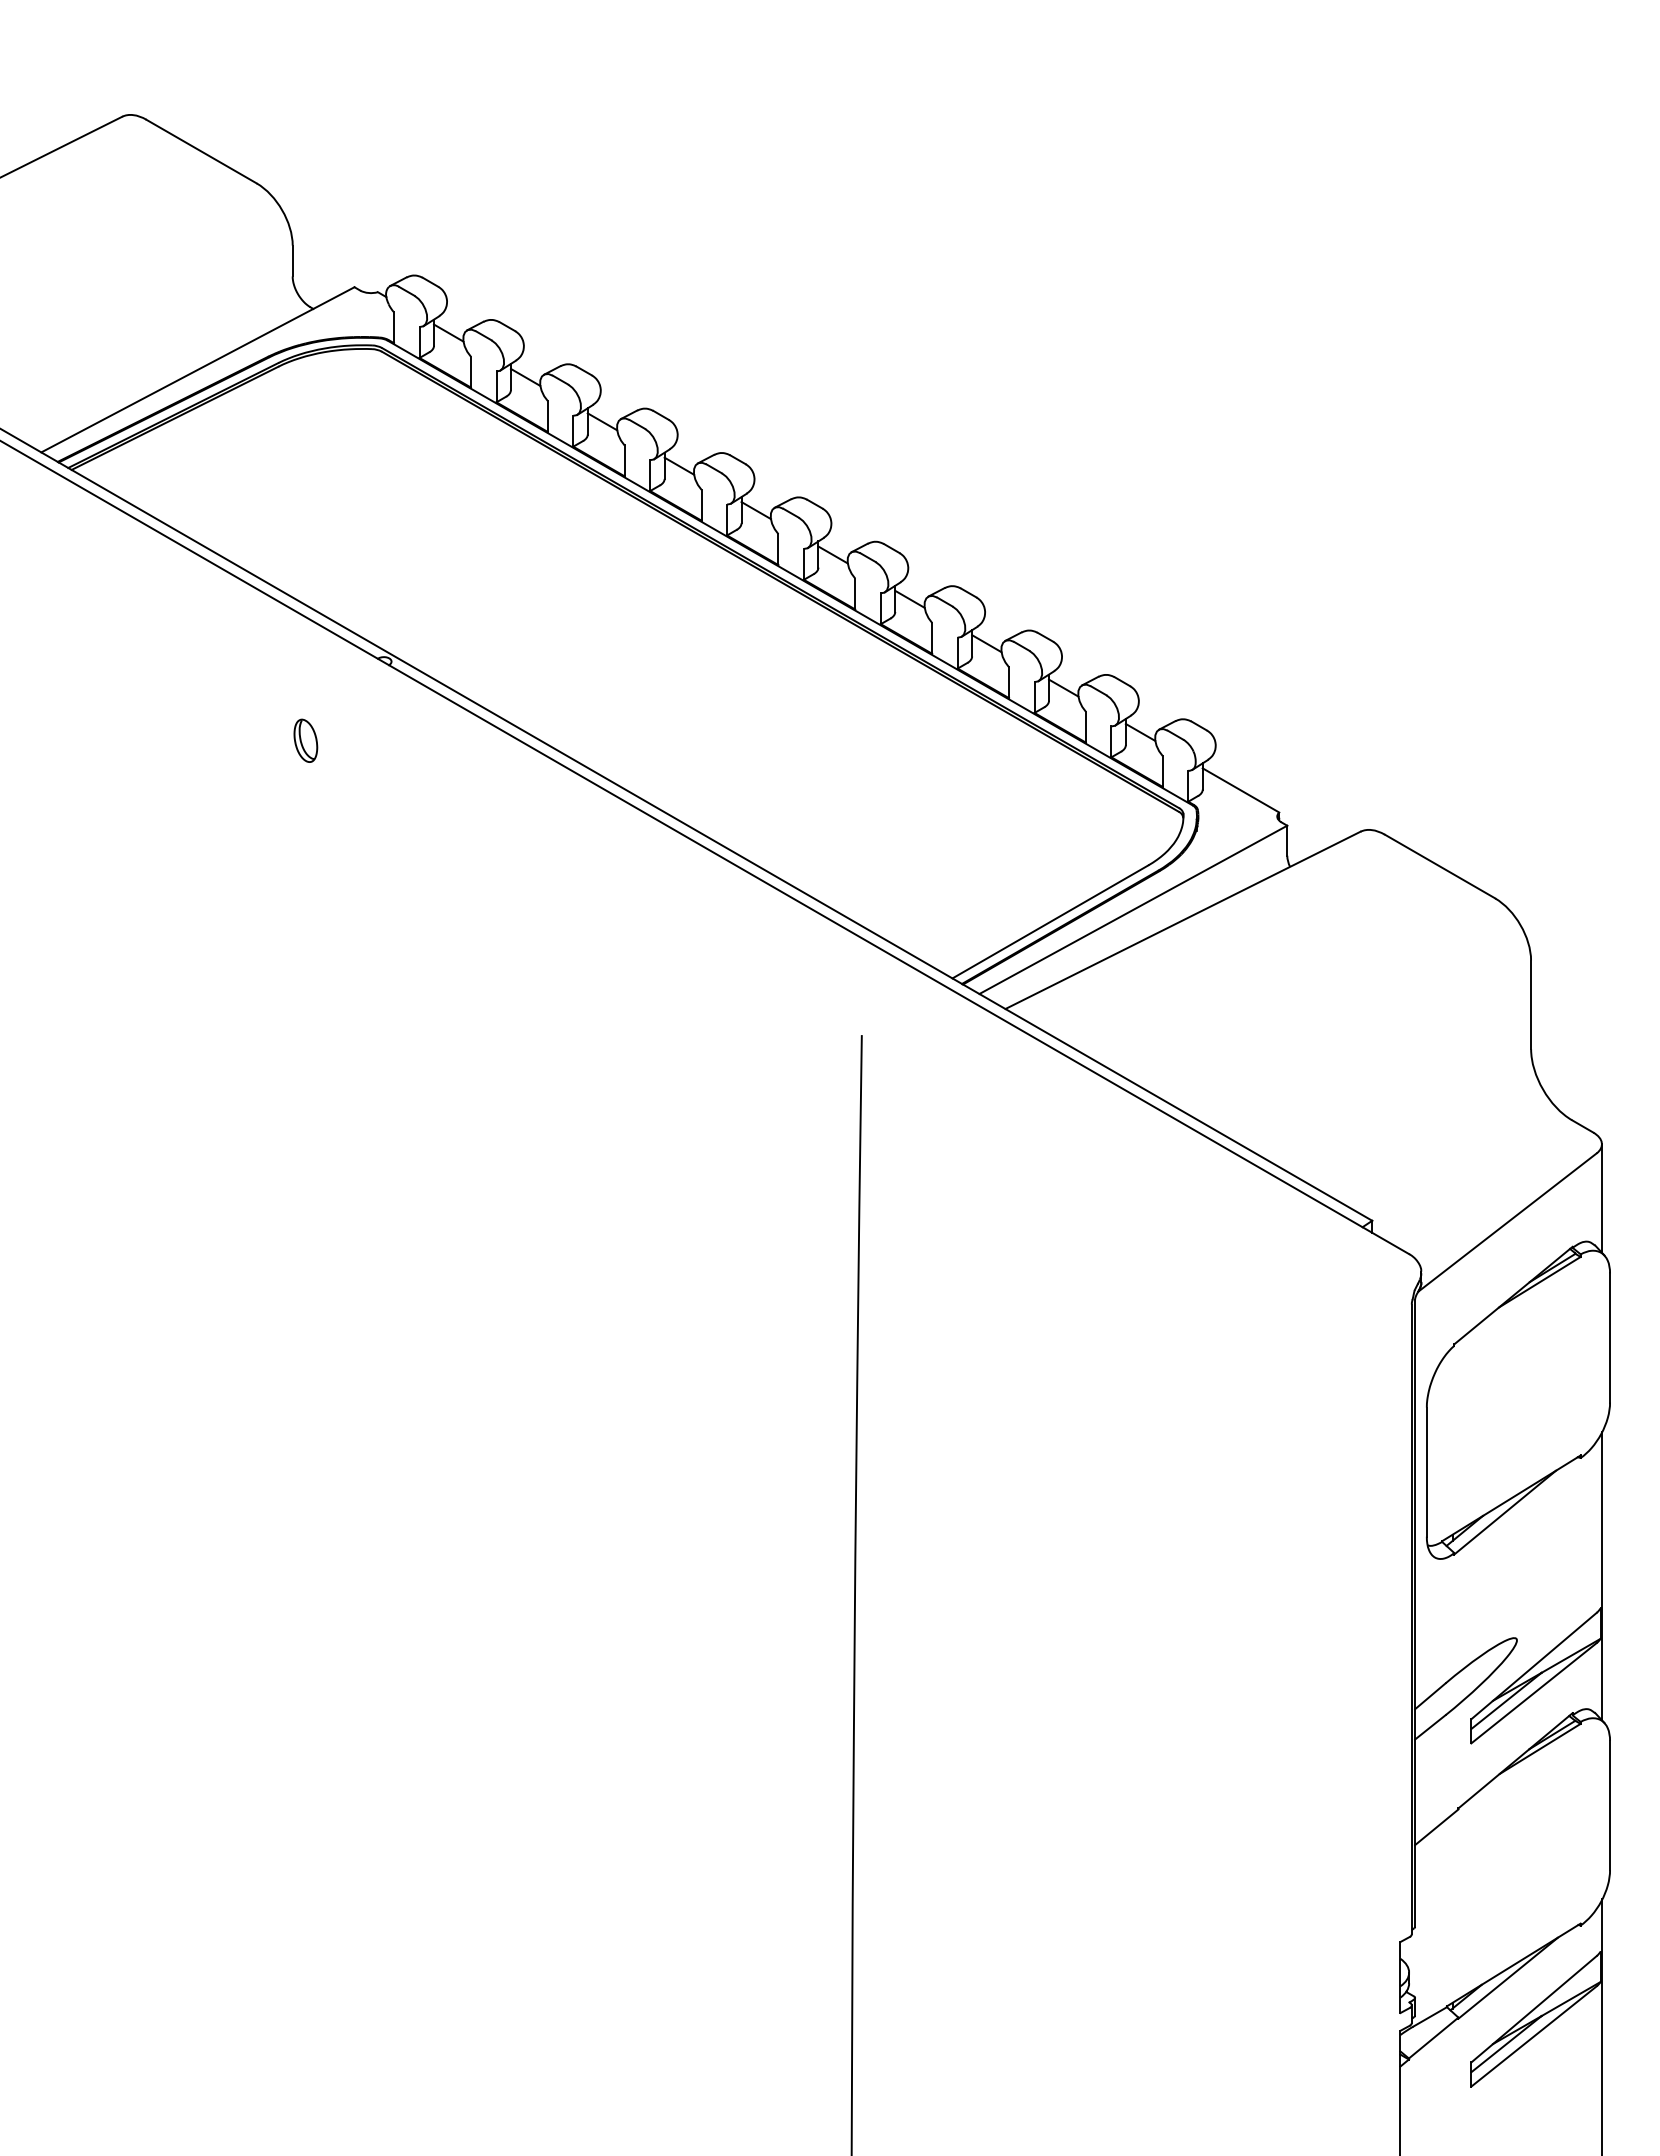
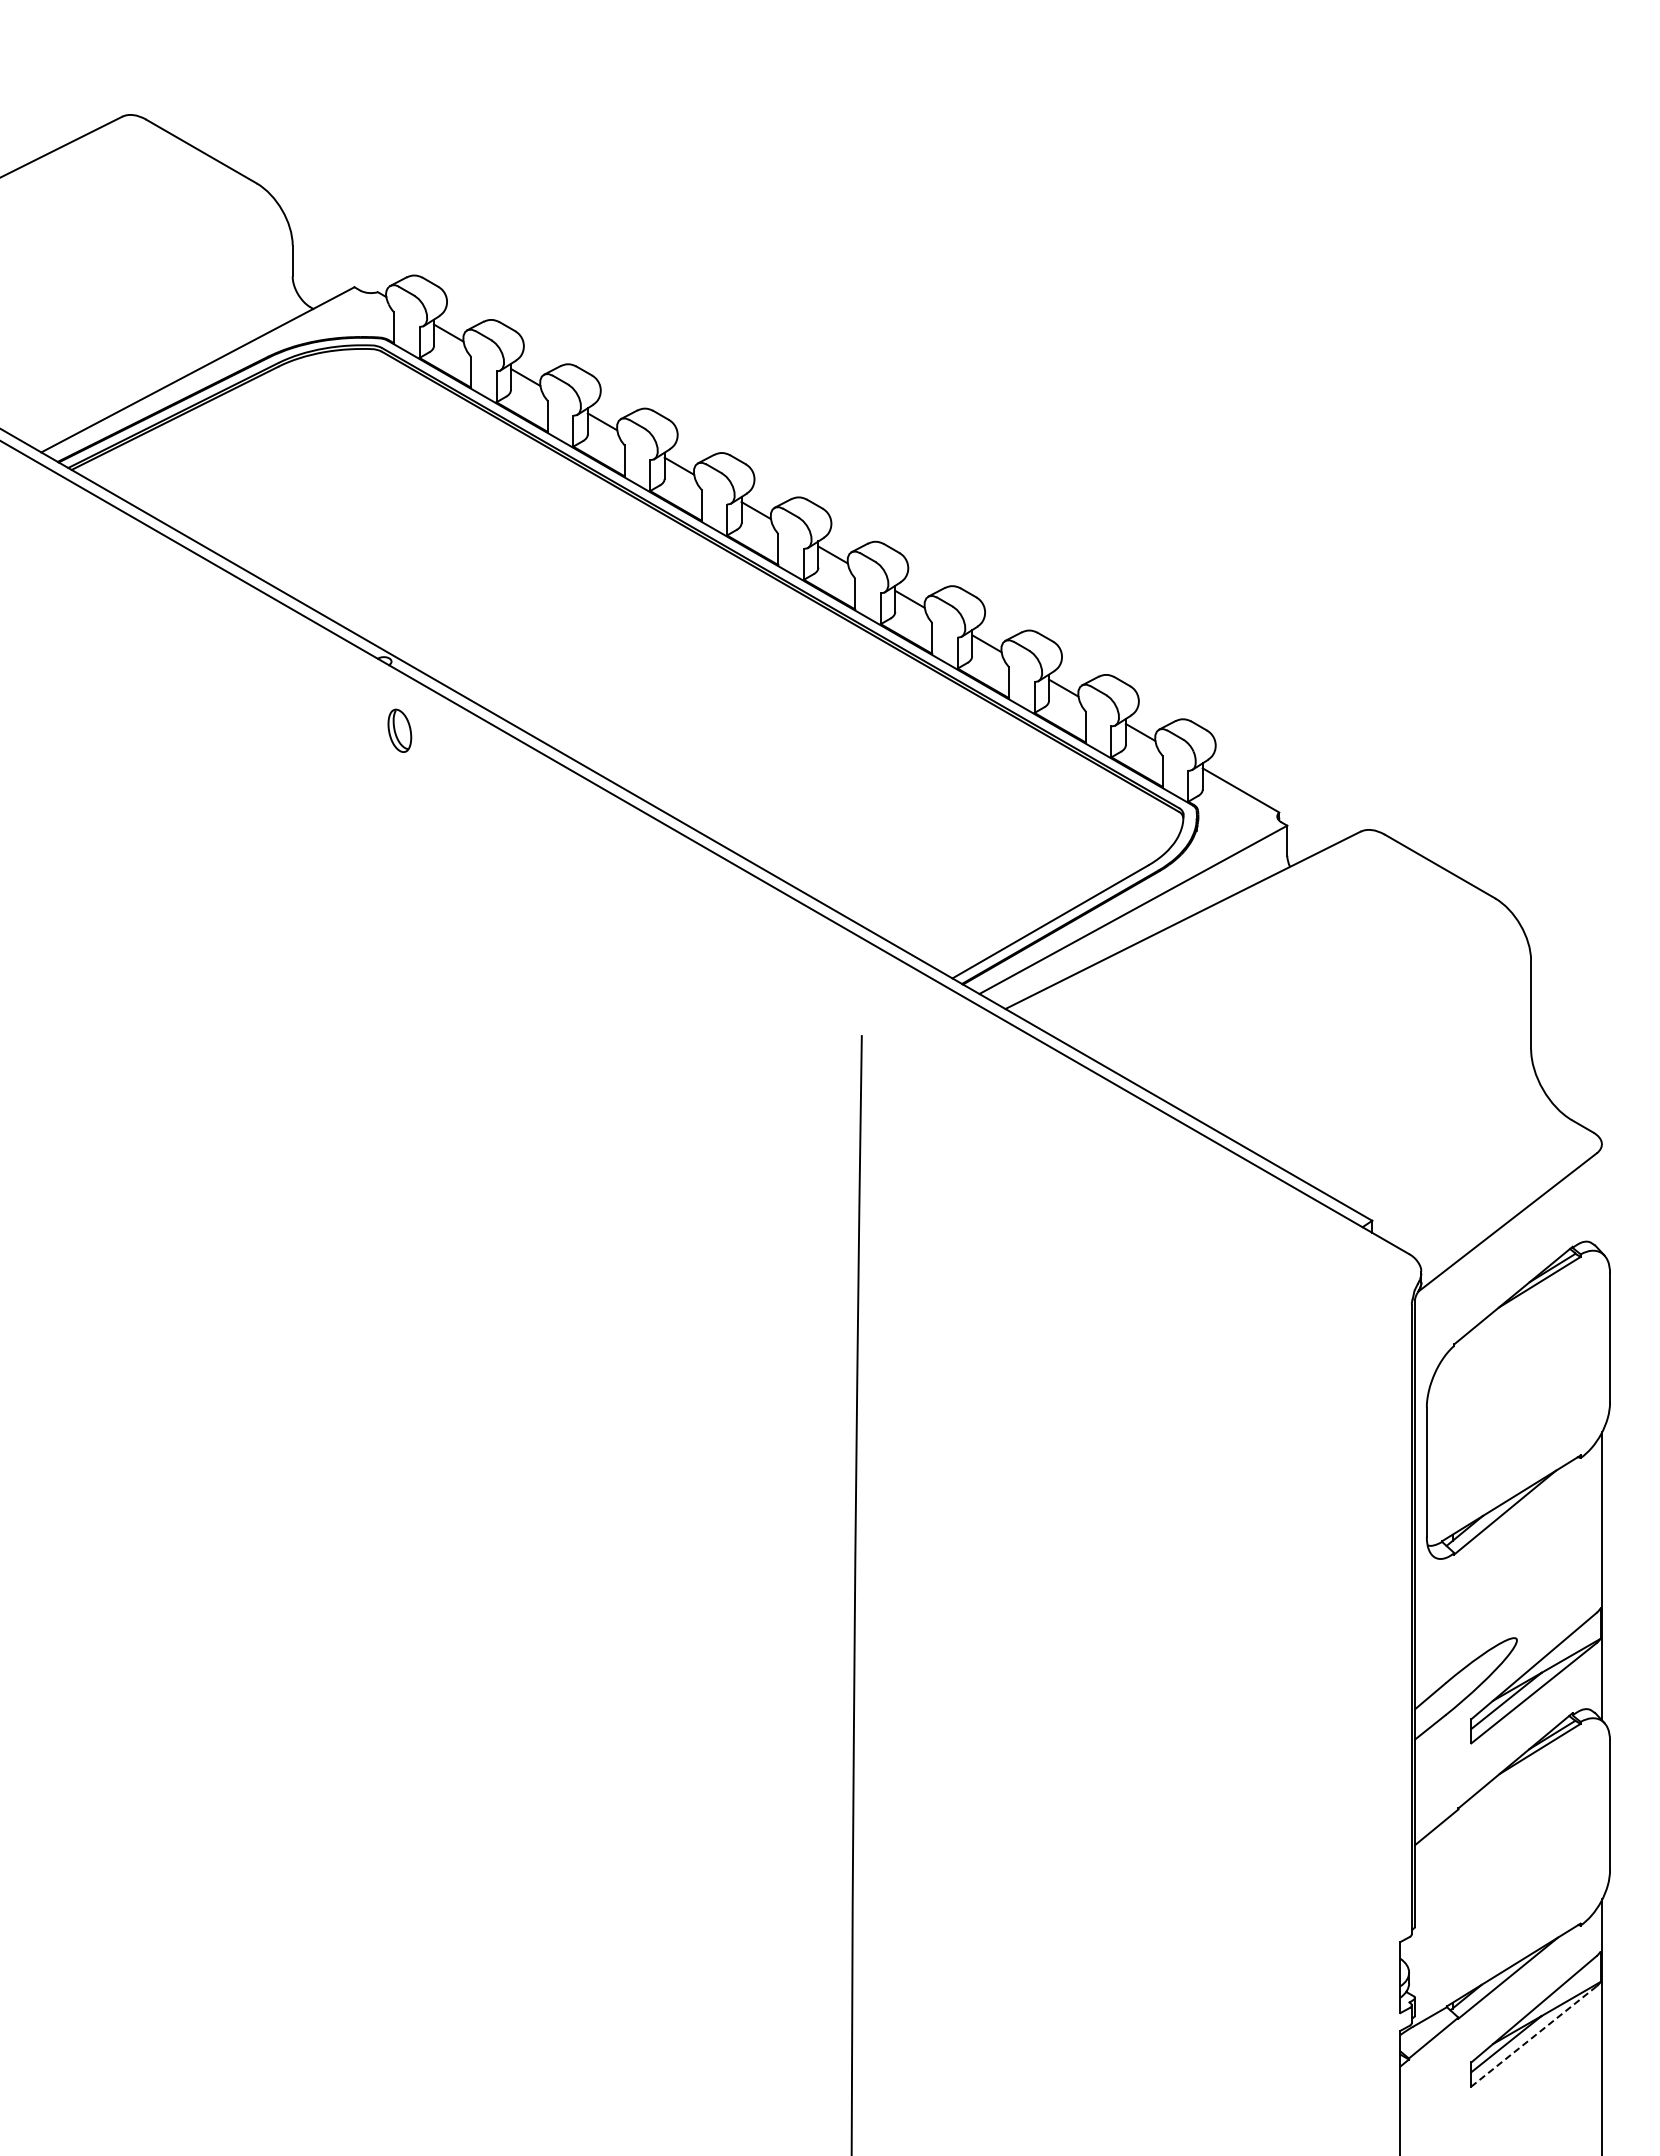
part at (305, 740) position: (305, 740) -> (399, 730)
line at (1601, 1198): present -> none
line at (1533, 2036): solid -> dashed
